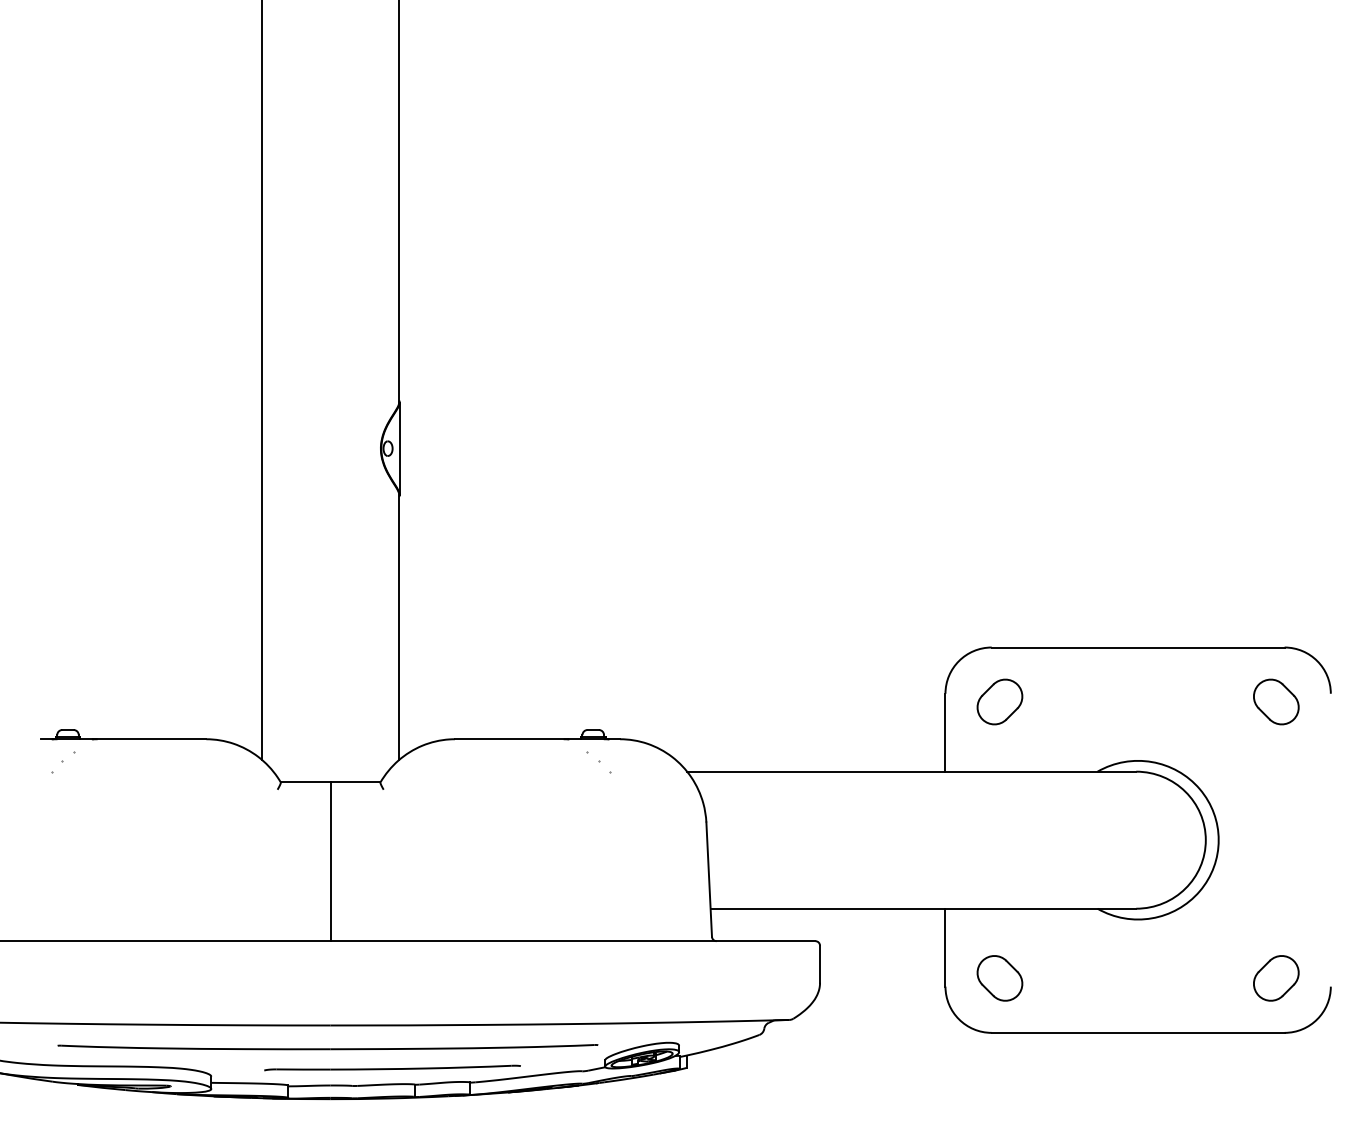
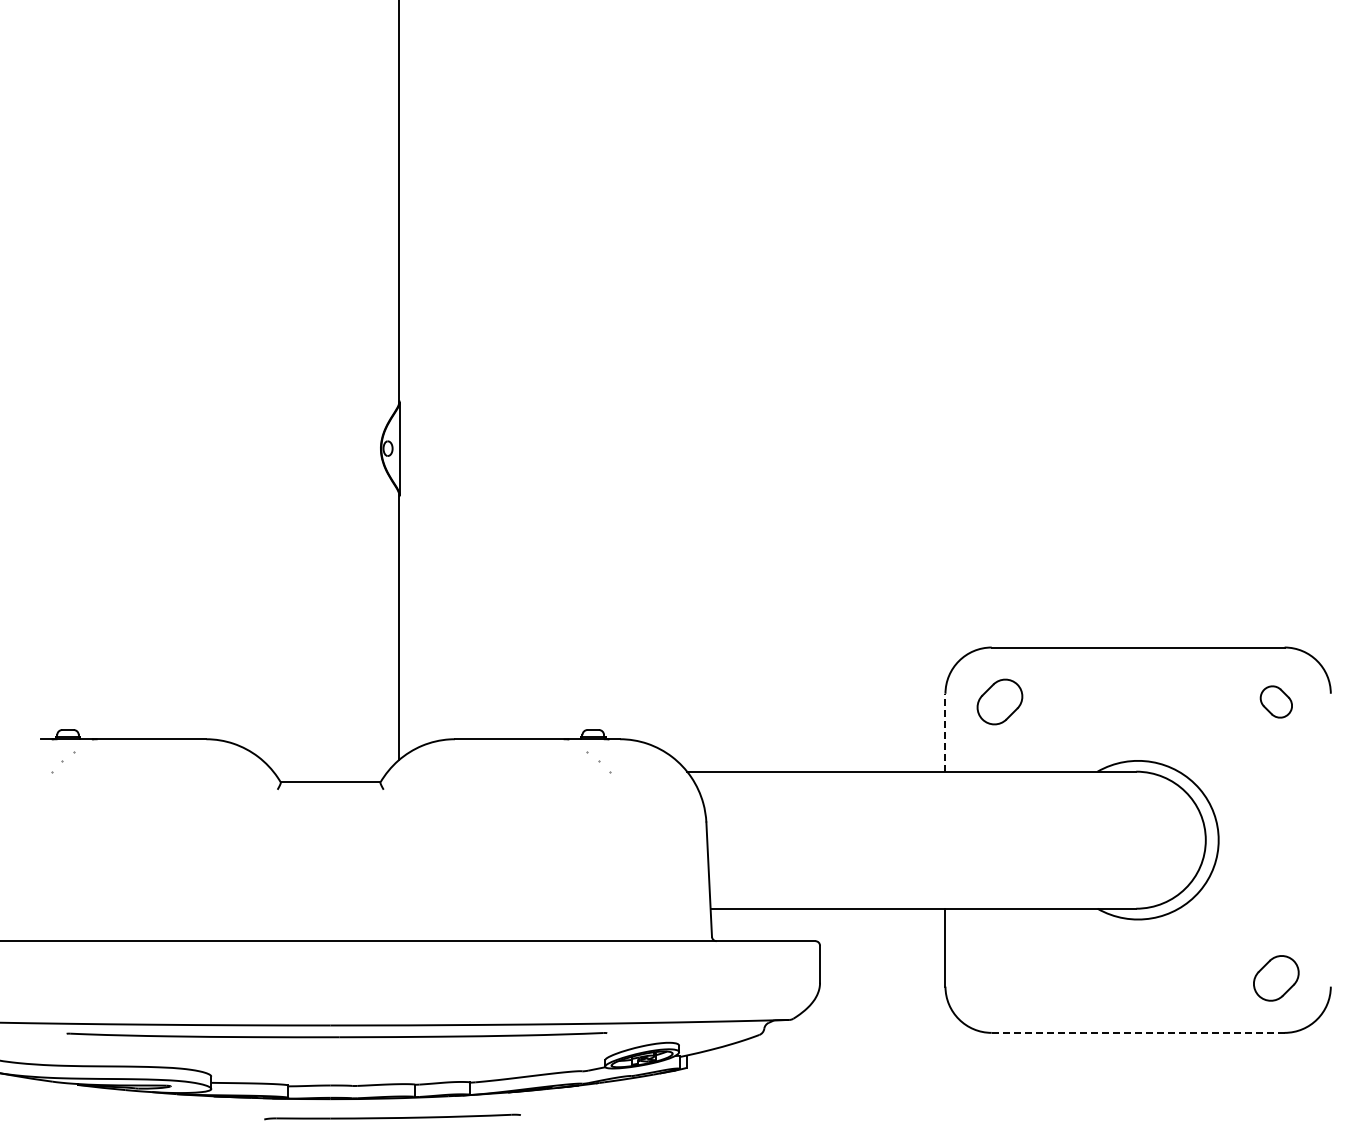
line at (262, 380): present -> none
part at (1276, 701) size: 47x48 px -> 34x34 px
line at (945, 732): solid -> dashed
line at (330, 861): present -> none
part at (999, 978): present -> none
line at (1137, 1032): solid -> dashed
part at (327, 1047) position: (327, 1047) -> (336, 1035)
part at (392, 1067) position: (392, 1067) -> (392, 1116)
